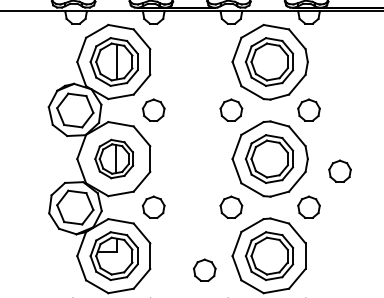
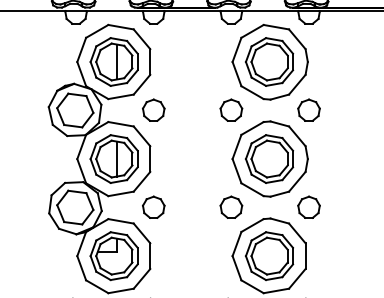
part at (113, 158) size: 40x42 px -> 50x50 px
part at (339, 170): present -> none
part at (204, 269): present -> none
